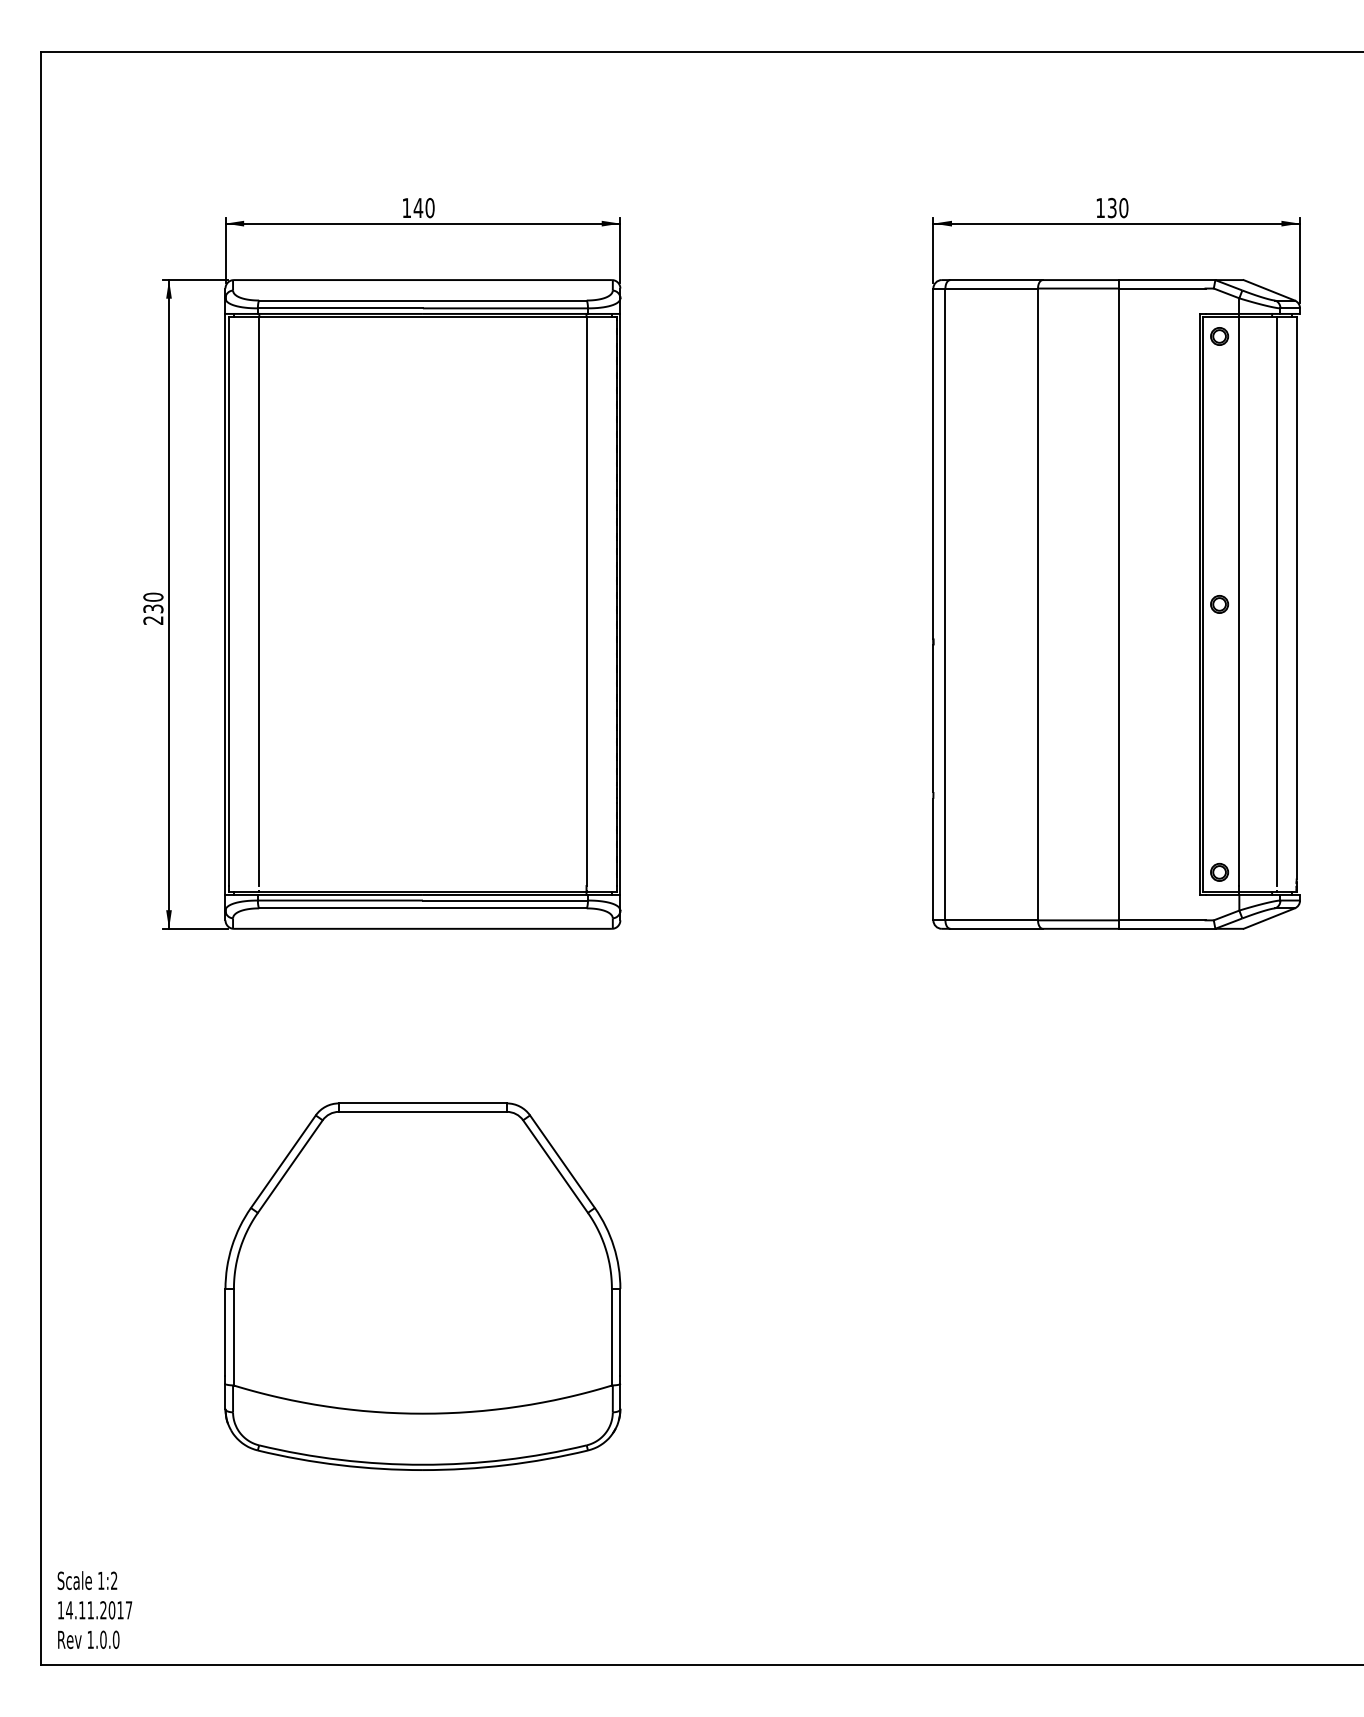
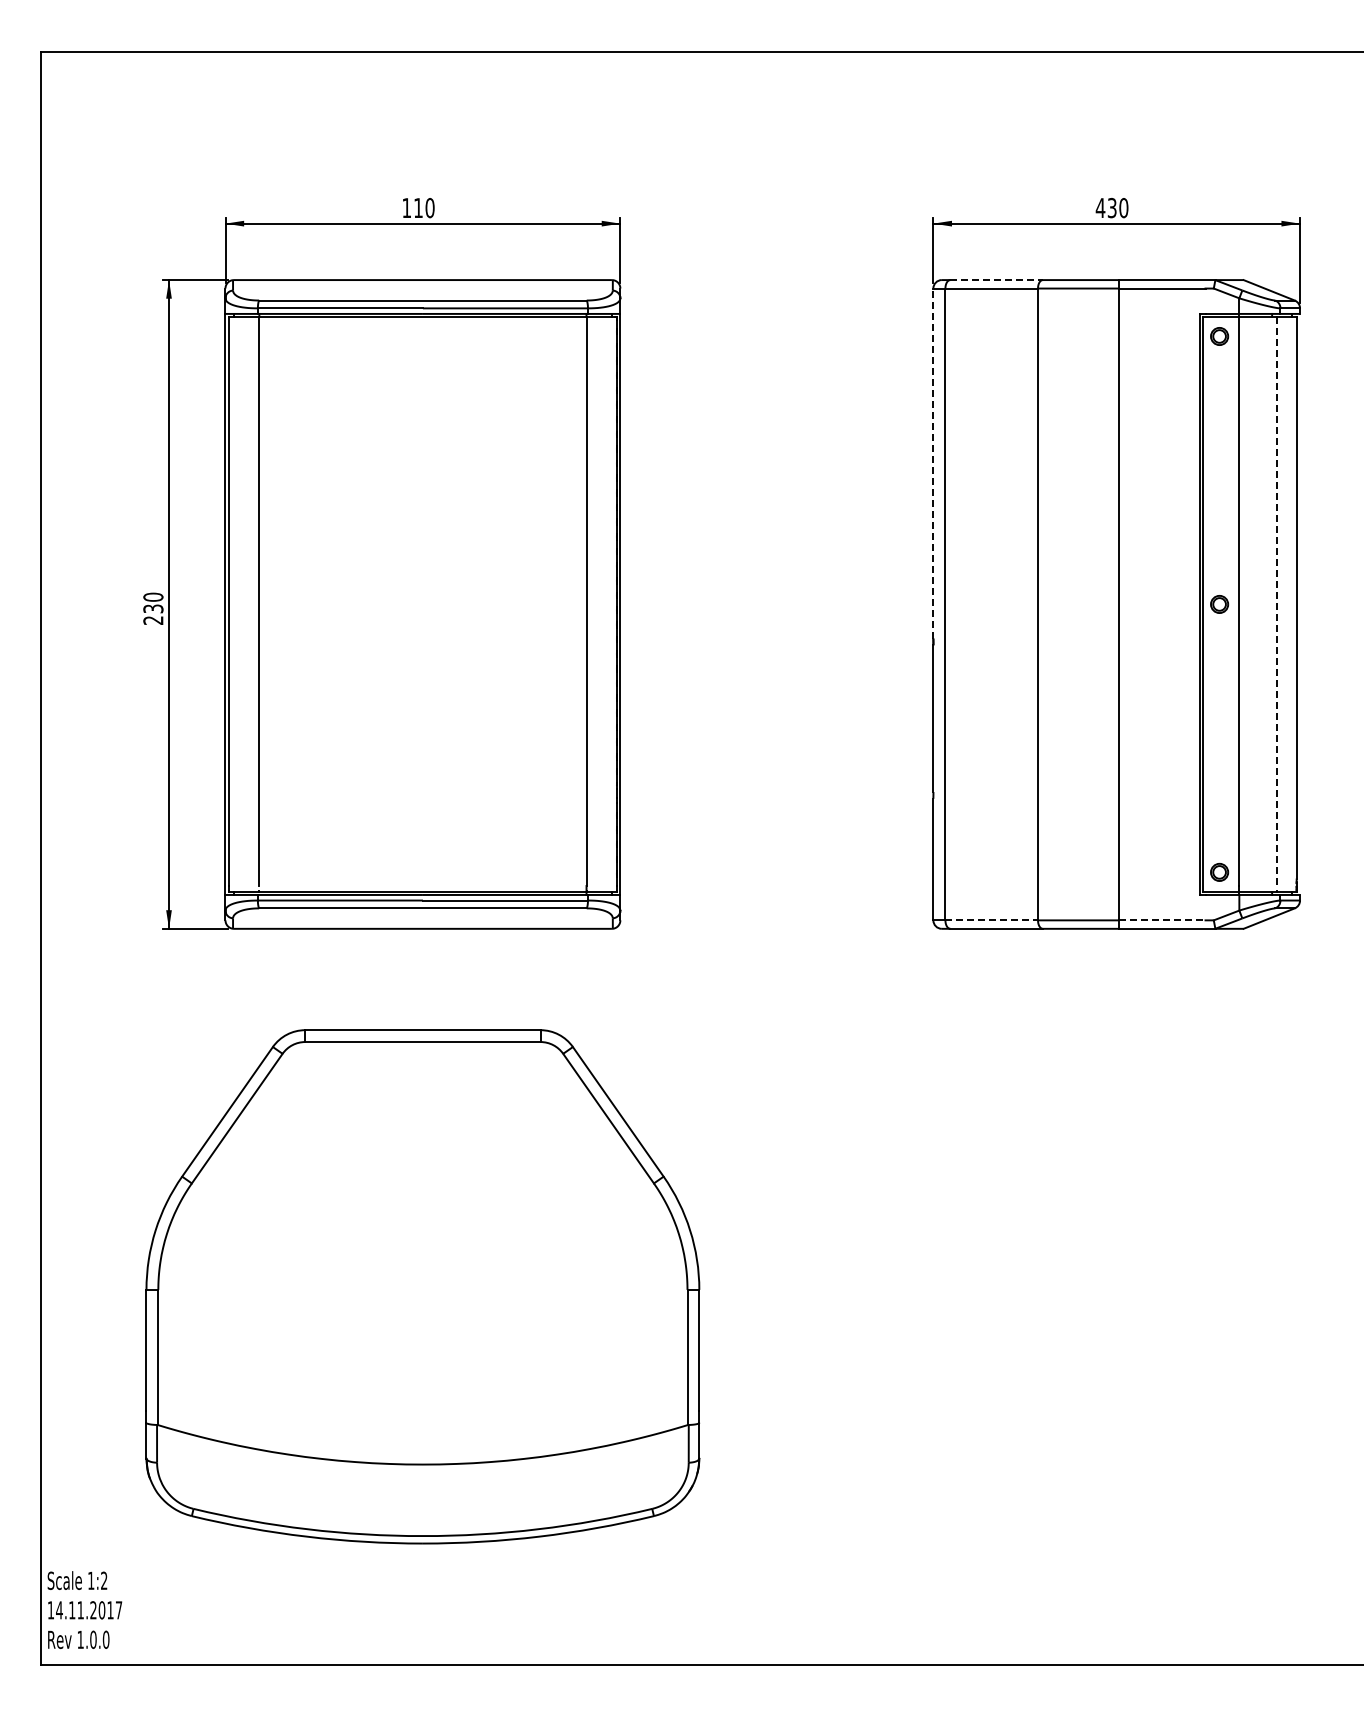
text at (418, 207): 140 -> 110
text at (1100, 207): 130 -> 430
line at (997, 280): solid -> dashed
line at (933, 463): solid -> dashed
line at (1277, 601): solid -> dashed
line at (992, 920): solid -> dashed
line at (1162, 920): solid -> dashed
part at (422, 1286) size: 398x369 px -> 556x516 px
text at (94, 1609) position: (94, 1609) -> (84, 1609)
